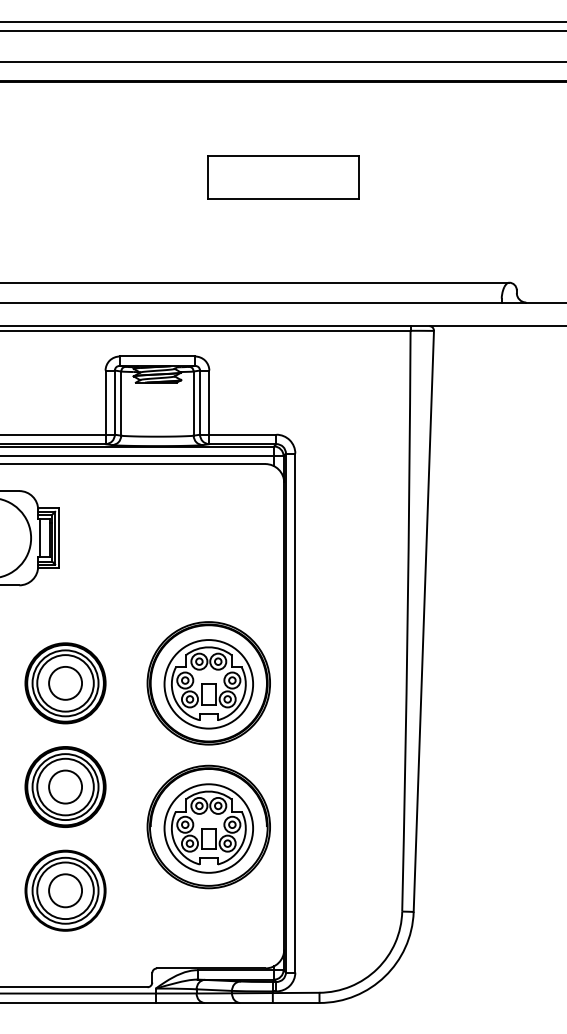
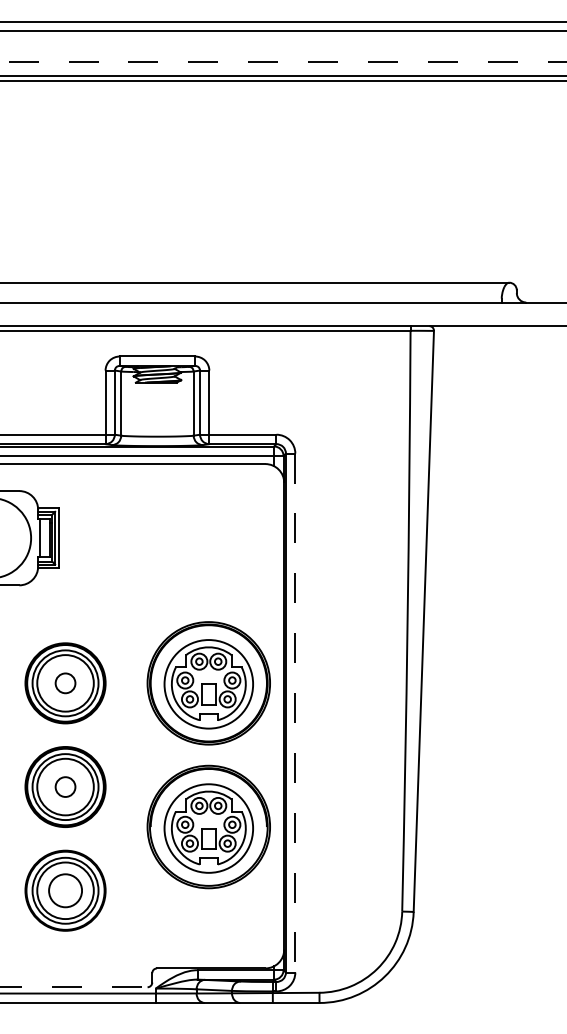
line at (283, 62): solid -> dashed
line at (282, 81) position: (282, 81) -> (282, 75)
part at (283, 177): present -> none
circle at (65, 682) diameter: 33 px -> 20 px
line at (295, 713): solid -> dashed
circle at (65, 786) diameter: 33 px -> 20 px
line at (74, 987): solid -> dashed
